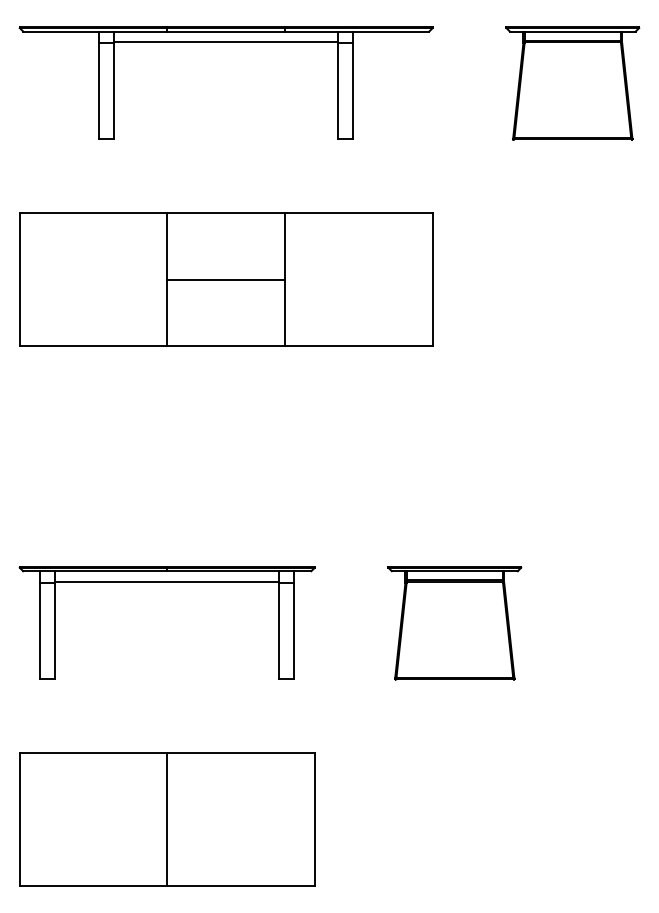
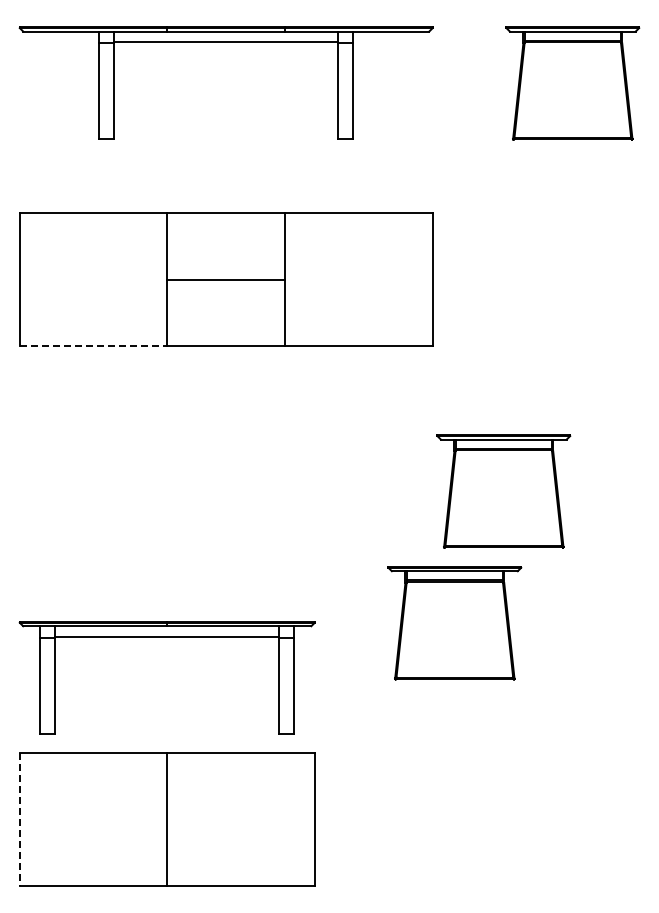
line at (93, 345): solid -> dashed
part at (503, 491): none -> present
part at (166, 582) position: (166, 582) -> (166, 637)
line at (19, 819): solid -> dashed
